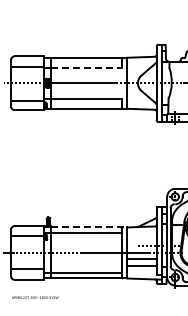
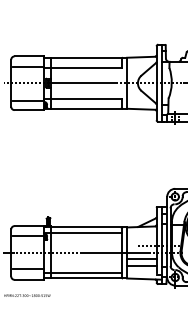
line at (86, 67): dashed -> solid
line at (89, 227): dashed -> solid
text at (35, 297) position: (35, 297) -> (27, 295)
